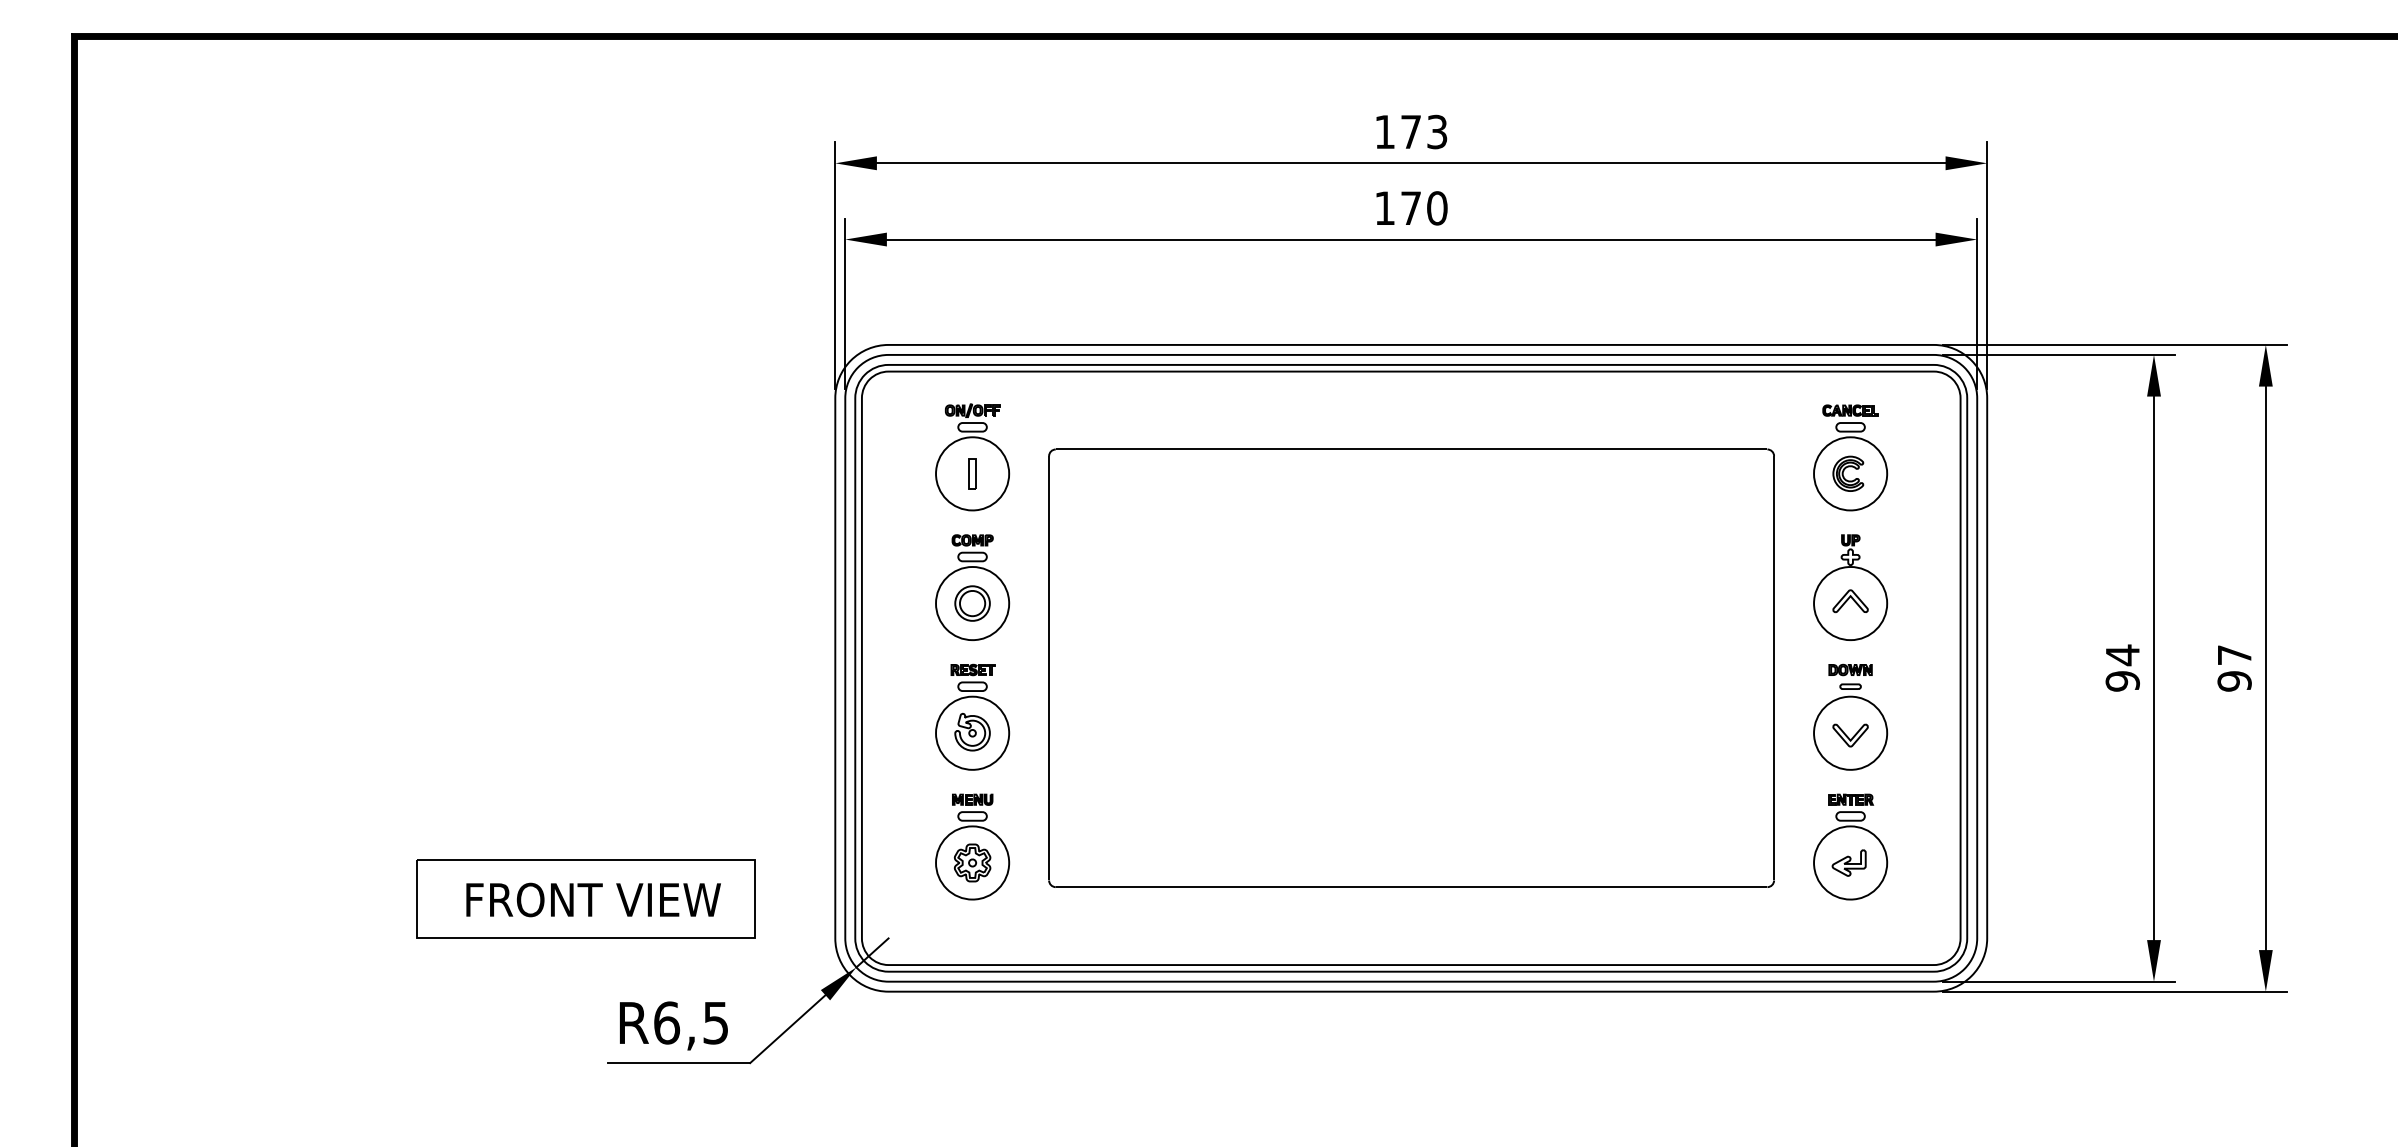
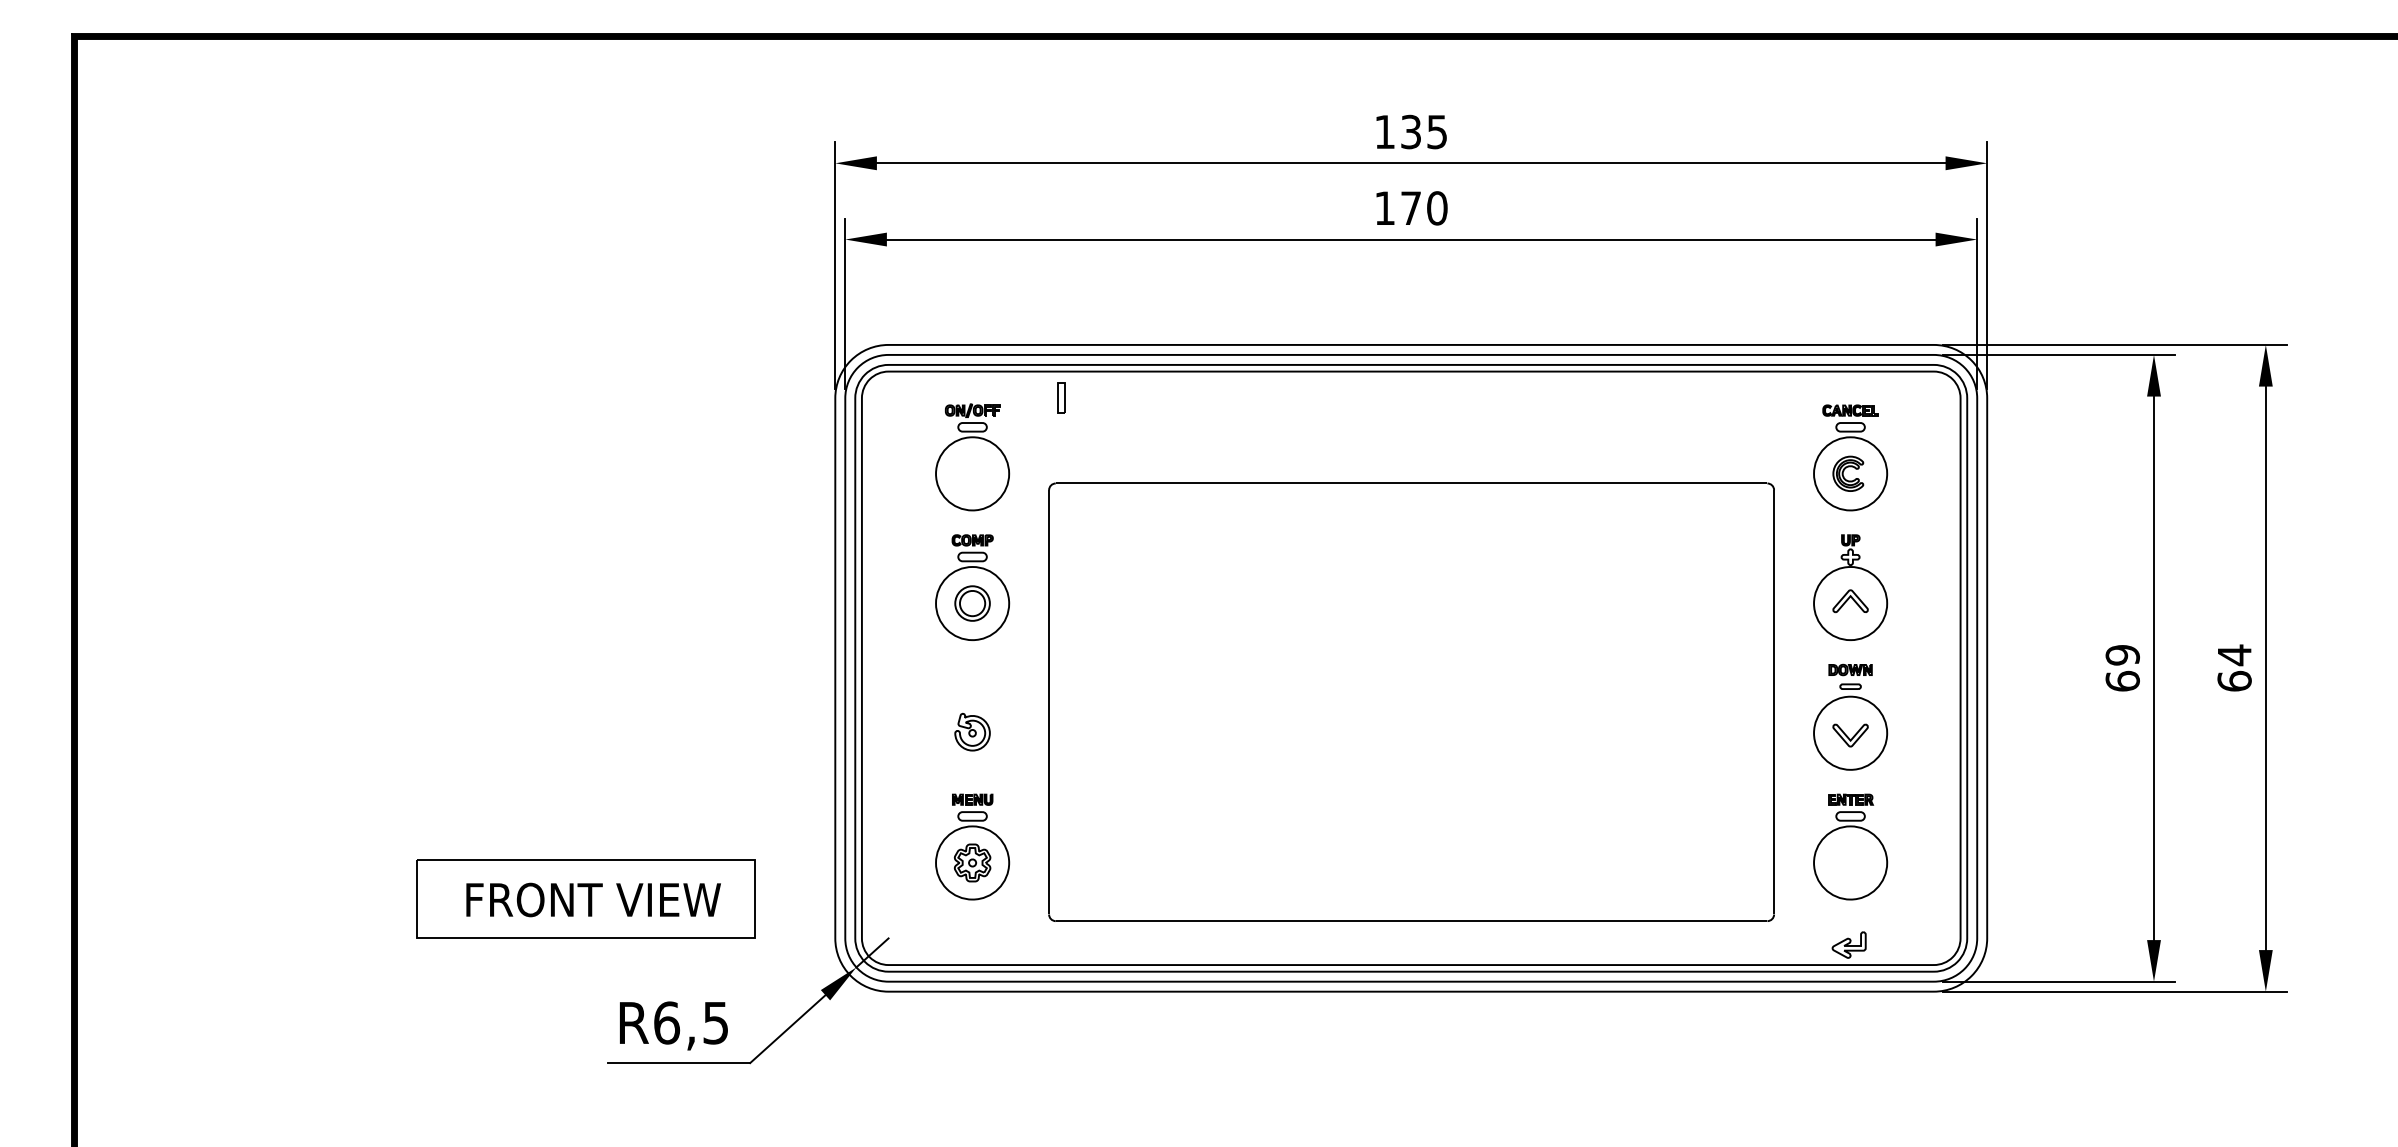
text at (1424, 131): 173 -> 135
part at (972, 473) position: (972, 473) -> (1061, 397)
part at (1411, 667) position: (1411, 667) -> (1411, 701)
text at (2122, 667): 94 -> 69
text at (2234, 667): 97 -> 64
part at (972, 716): present -> none
part at (1848, 862) position: (1848, 862) -> (1848, 944)
